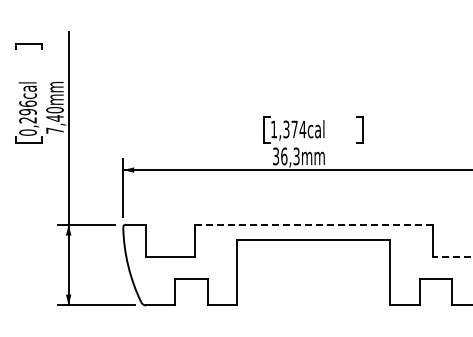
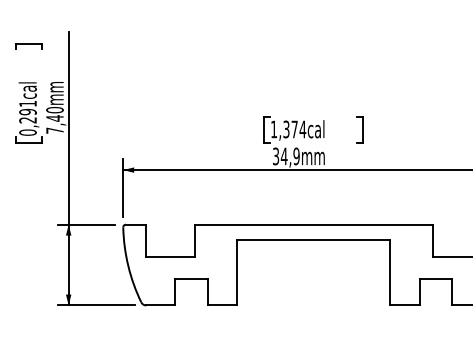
text at (27, 103): 0,296cal -> 0,291cal
text at (289, 156): 36,3mm -> 34,9mm
line at (313, 224): dashed -> solid
line at (452, 257): dashed -> solid
